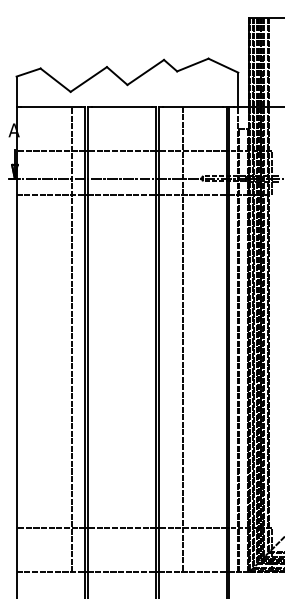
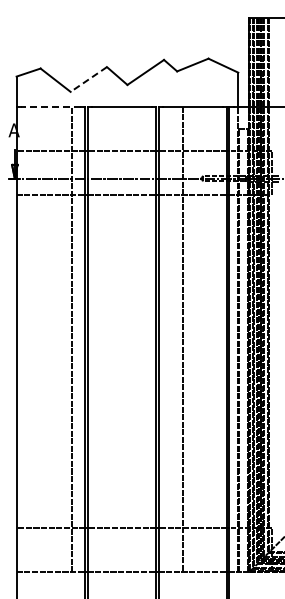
line at (88, 79): solid -> dashed
line at (50, 106): solid -> dashed
